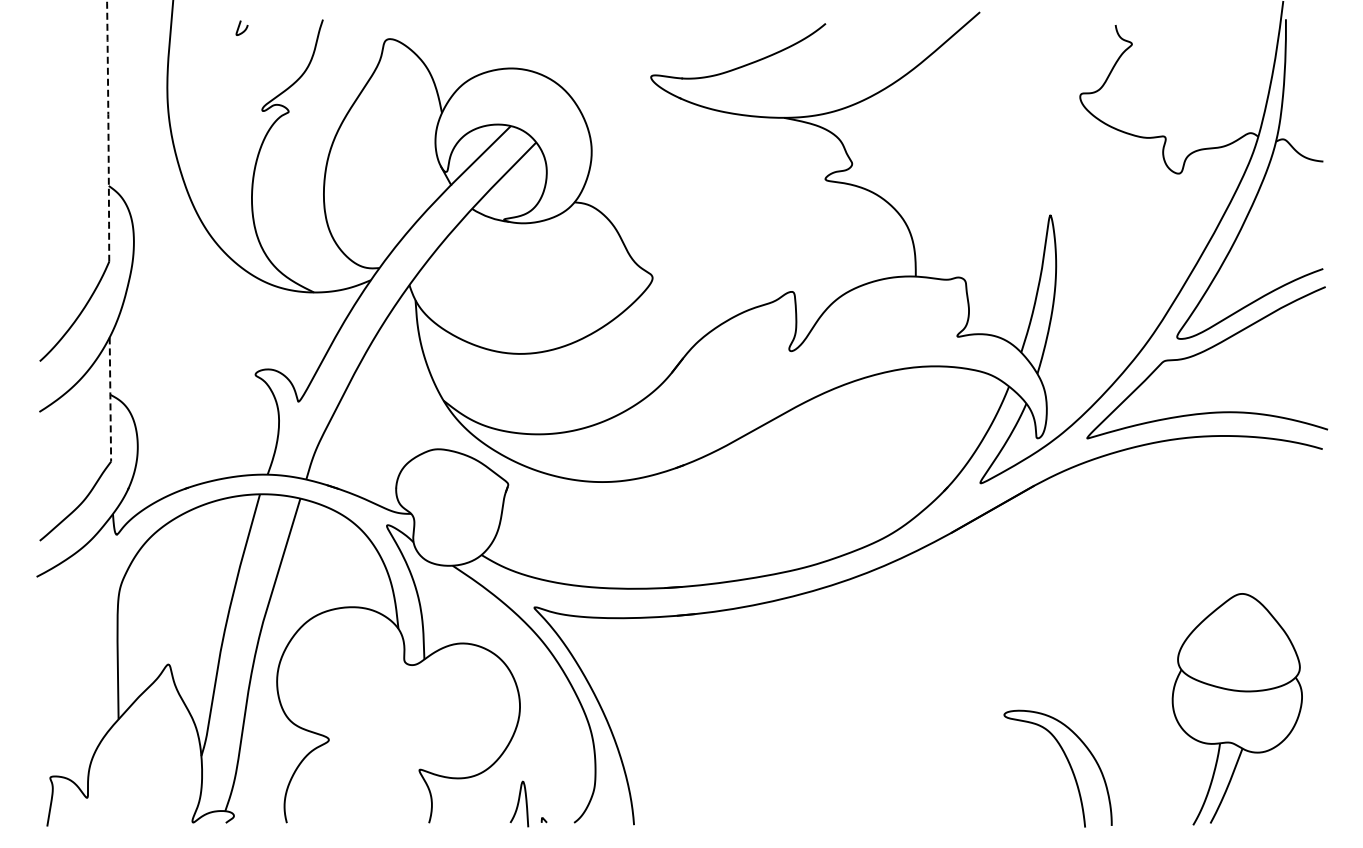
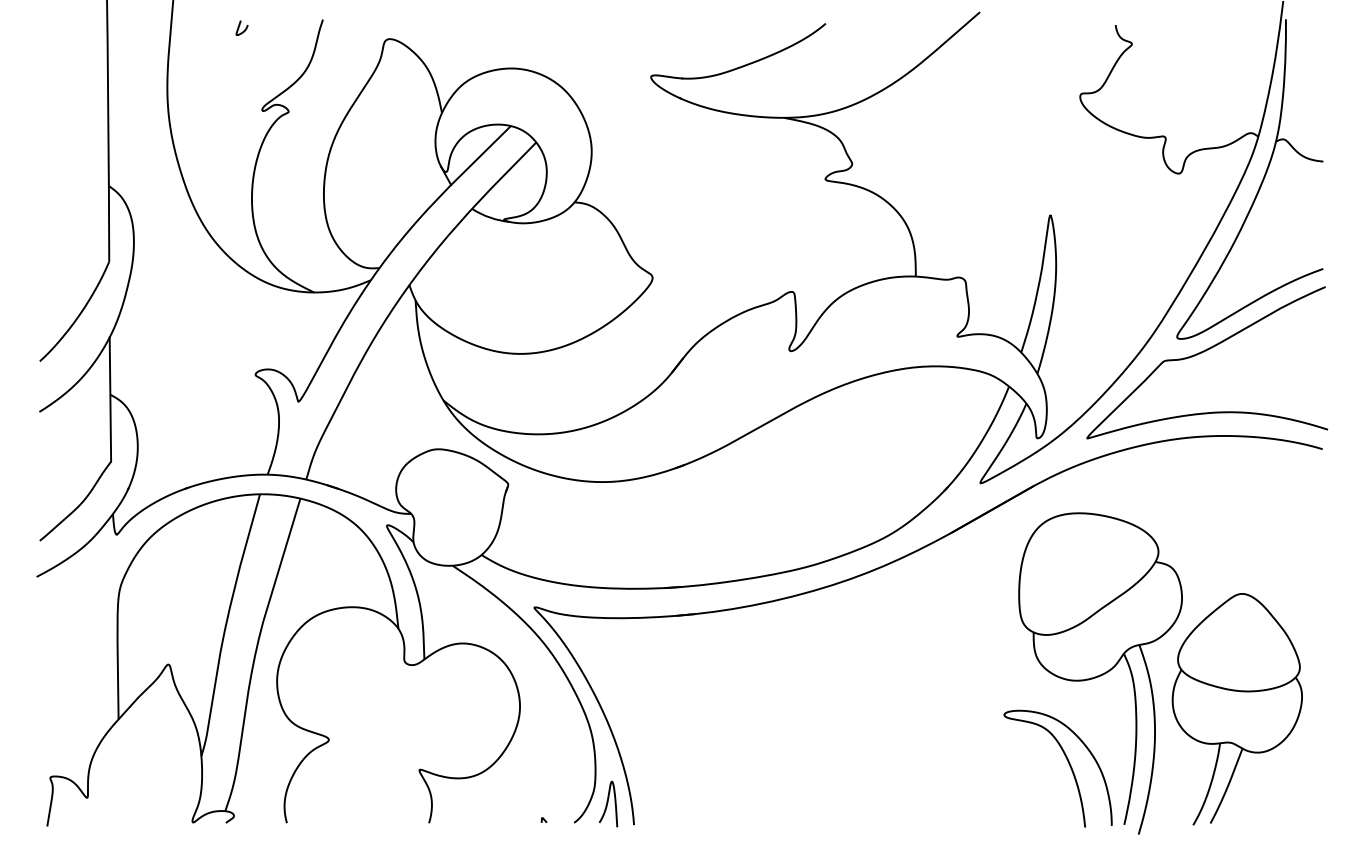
arc at (108, 130): dashed -> solid
line at (110, 400): dashed -> solid
part at (1100, 673): none -> present
curve at (519, 803) position: (519, 803) -> (608, 803)
